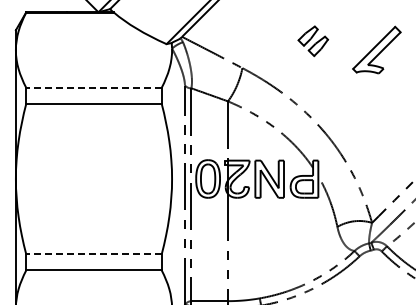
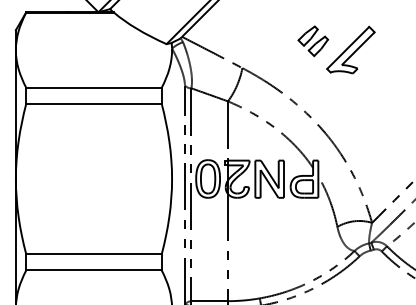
part at (376, 49) position: (376, 49) -> (350, 49)
line at (94, 87): dashed -> solid
line at (94, 254): dashed -> solid
